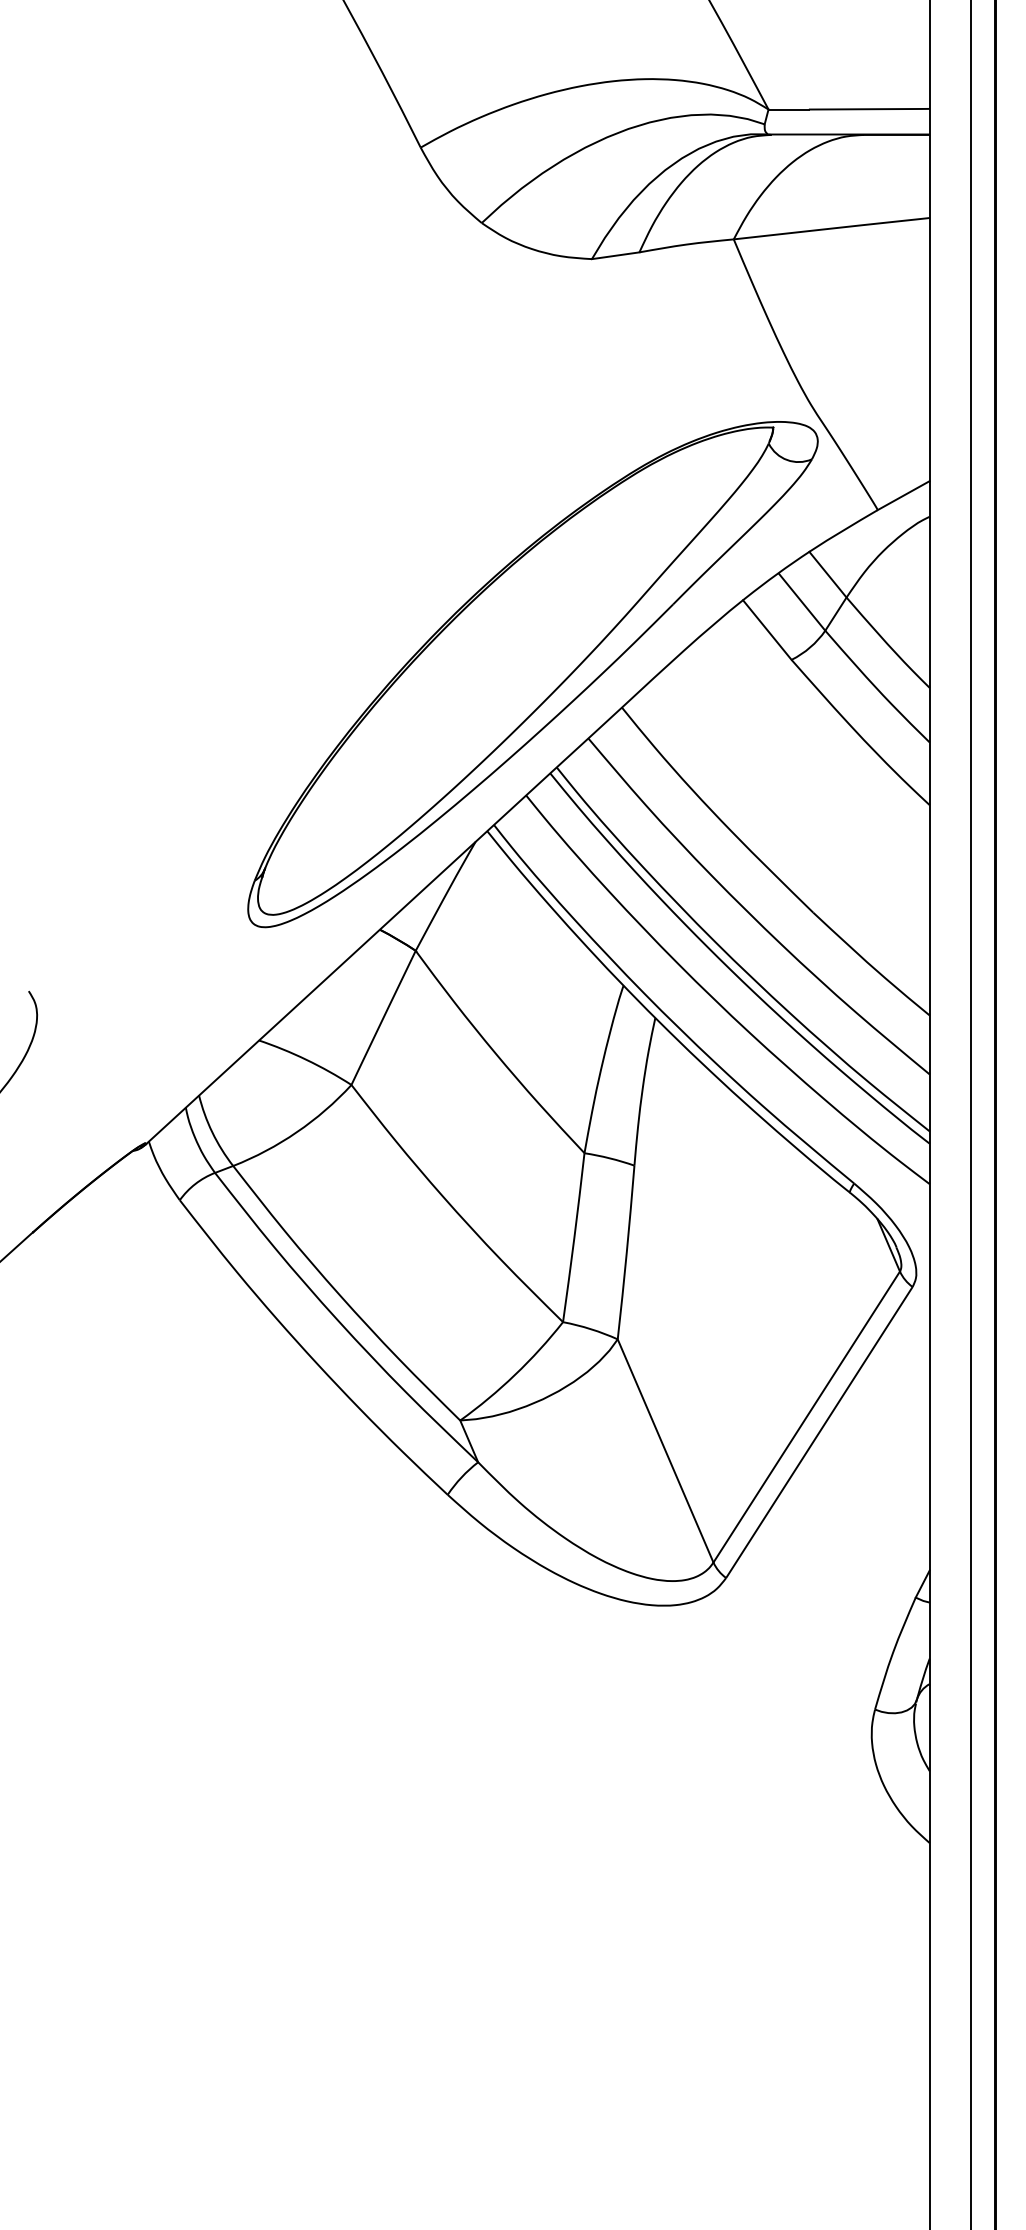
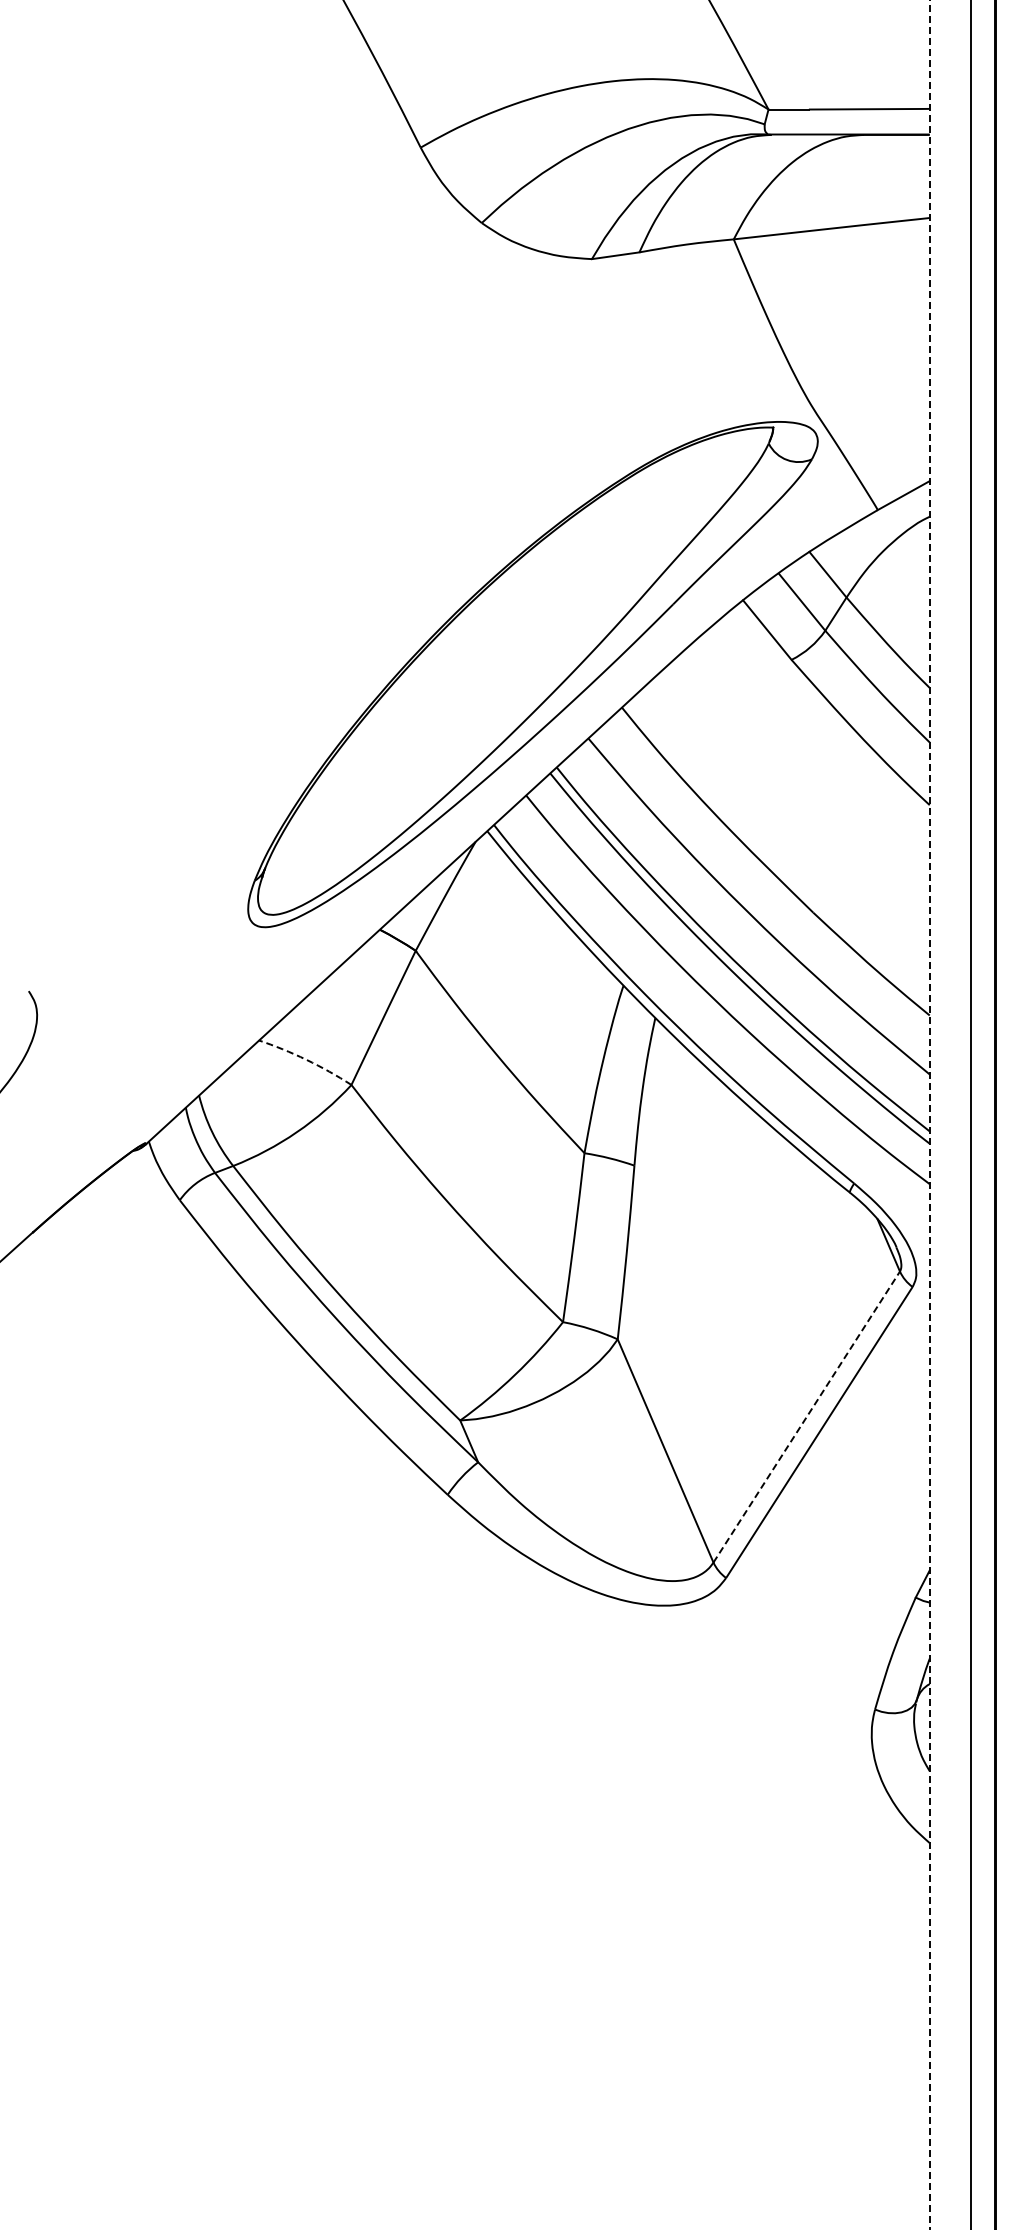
arc at (306, 1059): solid -> dashed
line at (929, 1114): solid -> dashed
line at (806, 1417): solid -> dashed
